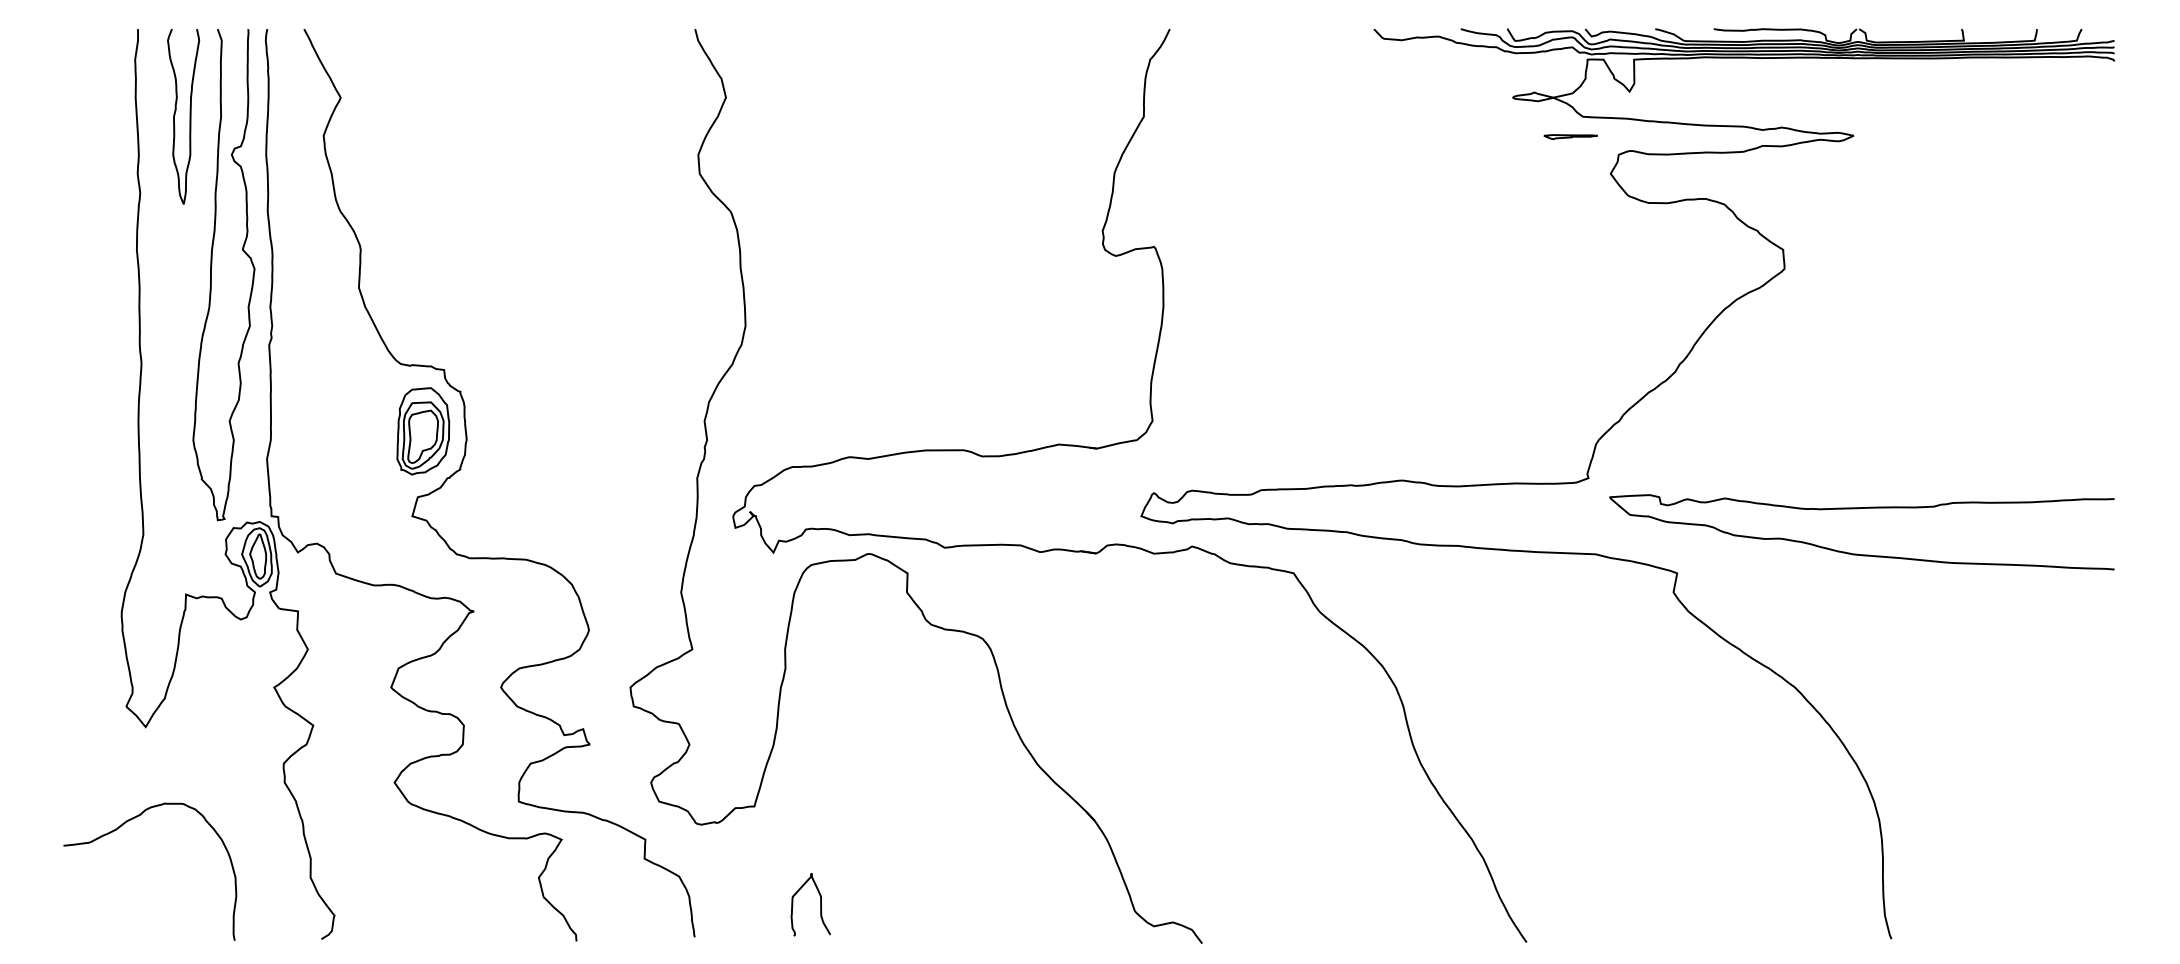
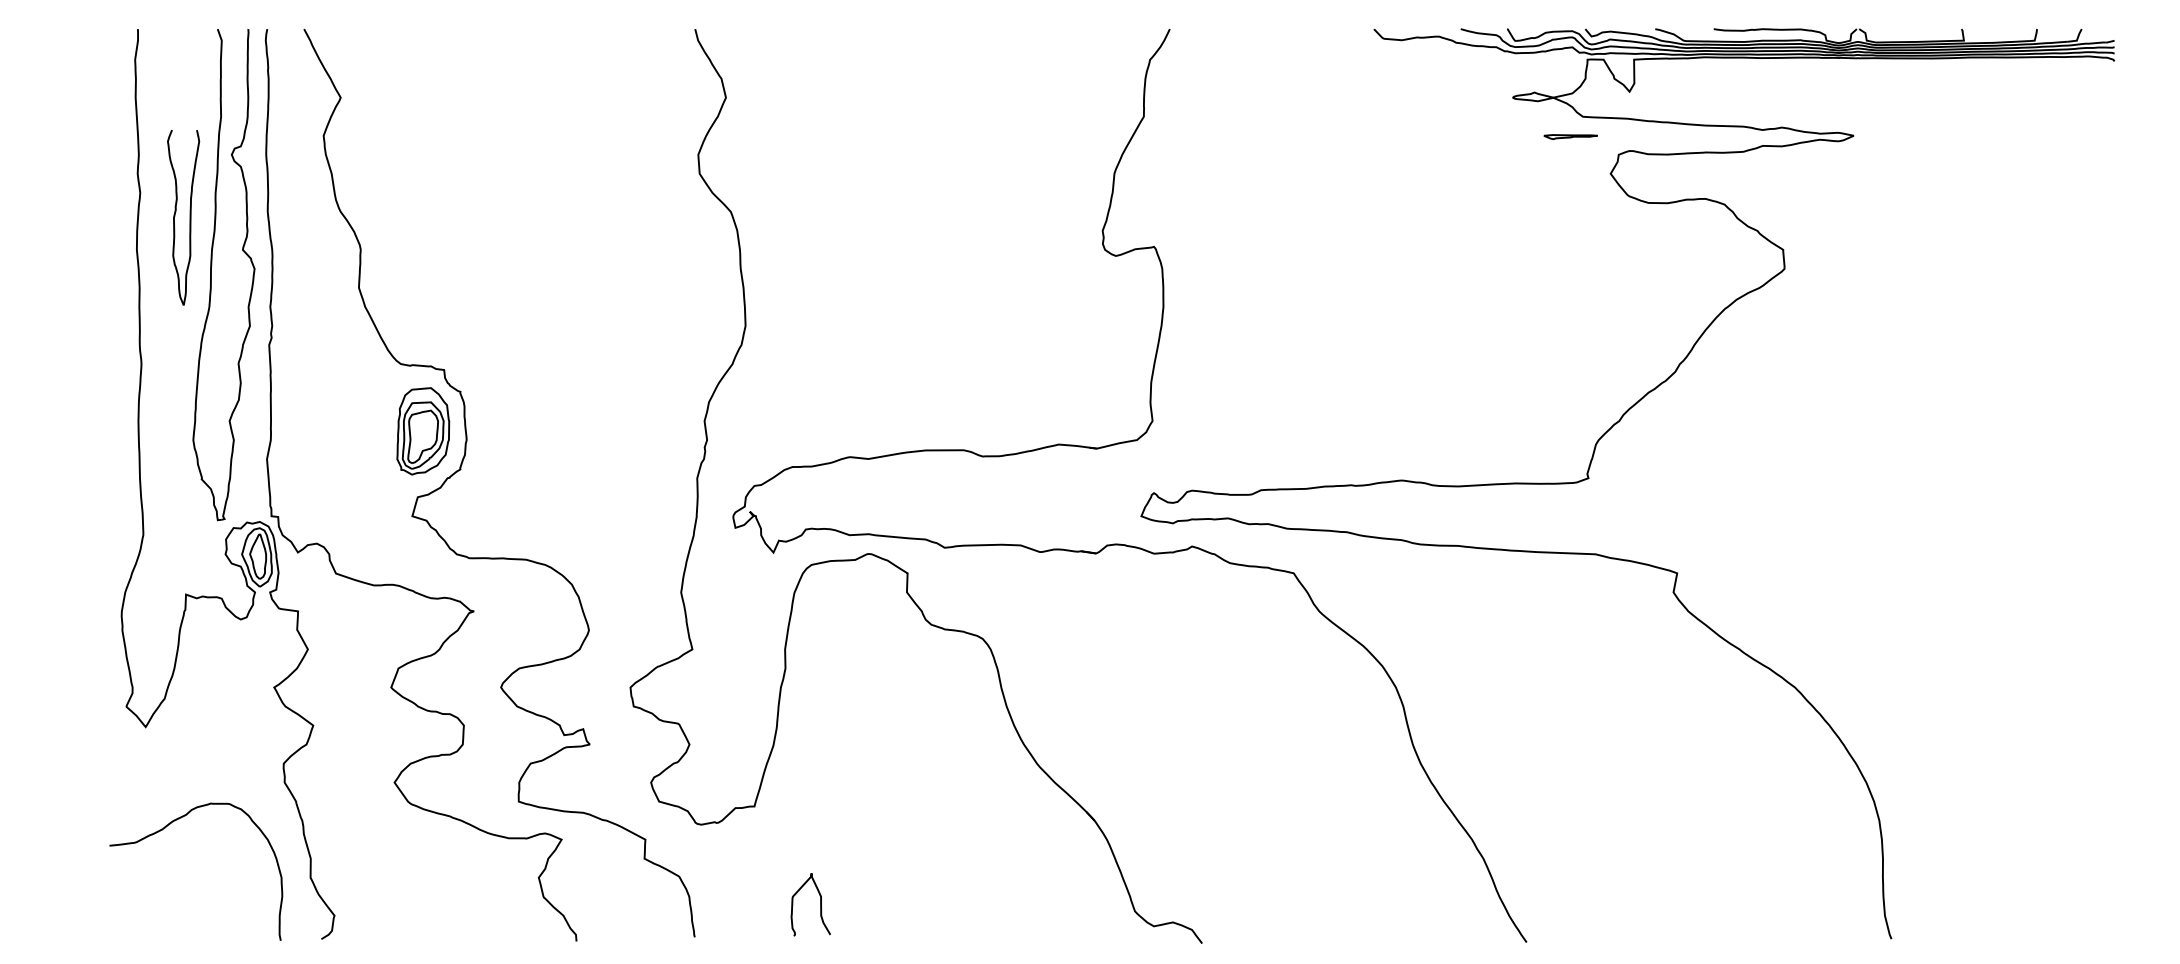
curve at (189, 116) position: (189, 116) -> (189, 217)
curve at (1857, 553): present -> none
curve at (119, 828) position: (119, 828) -> (165, 828)
